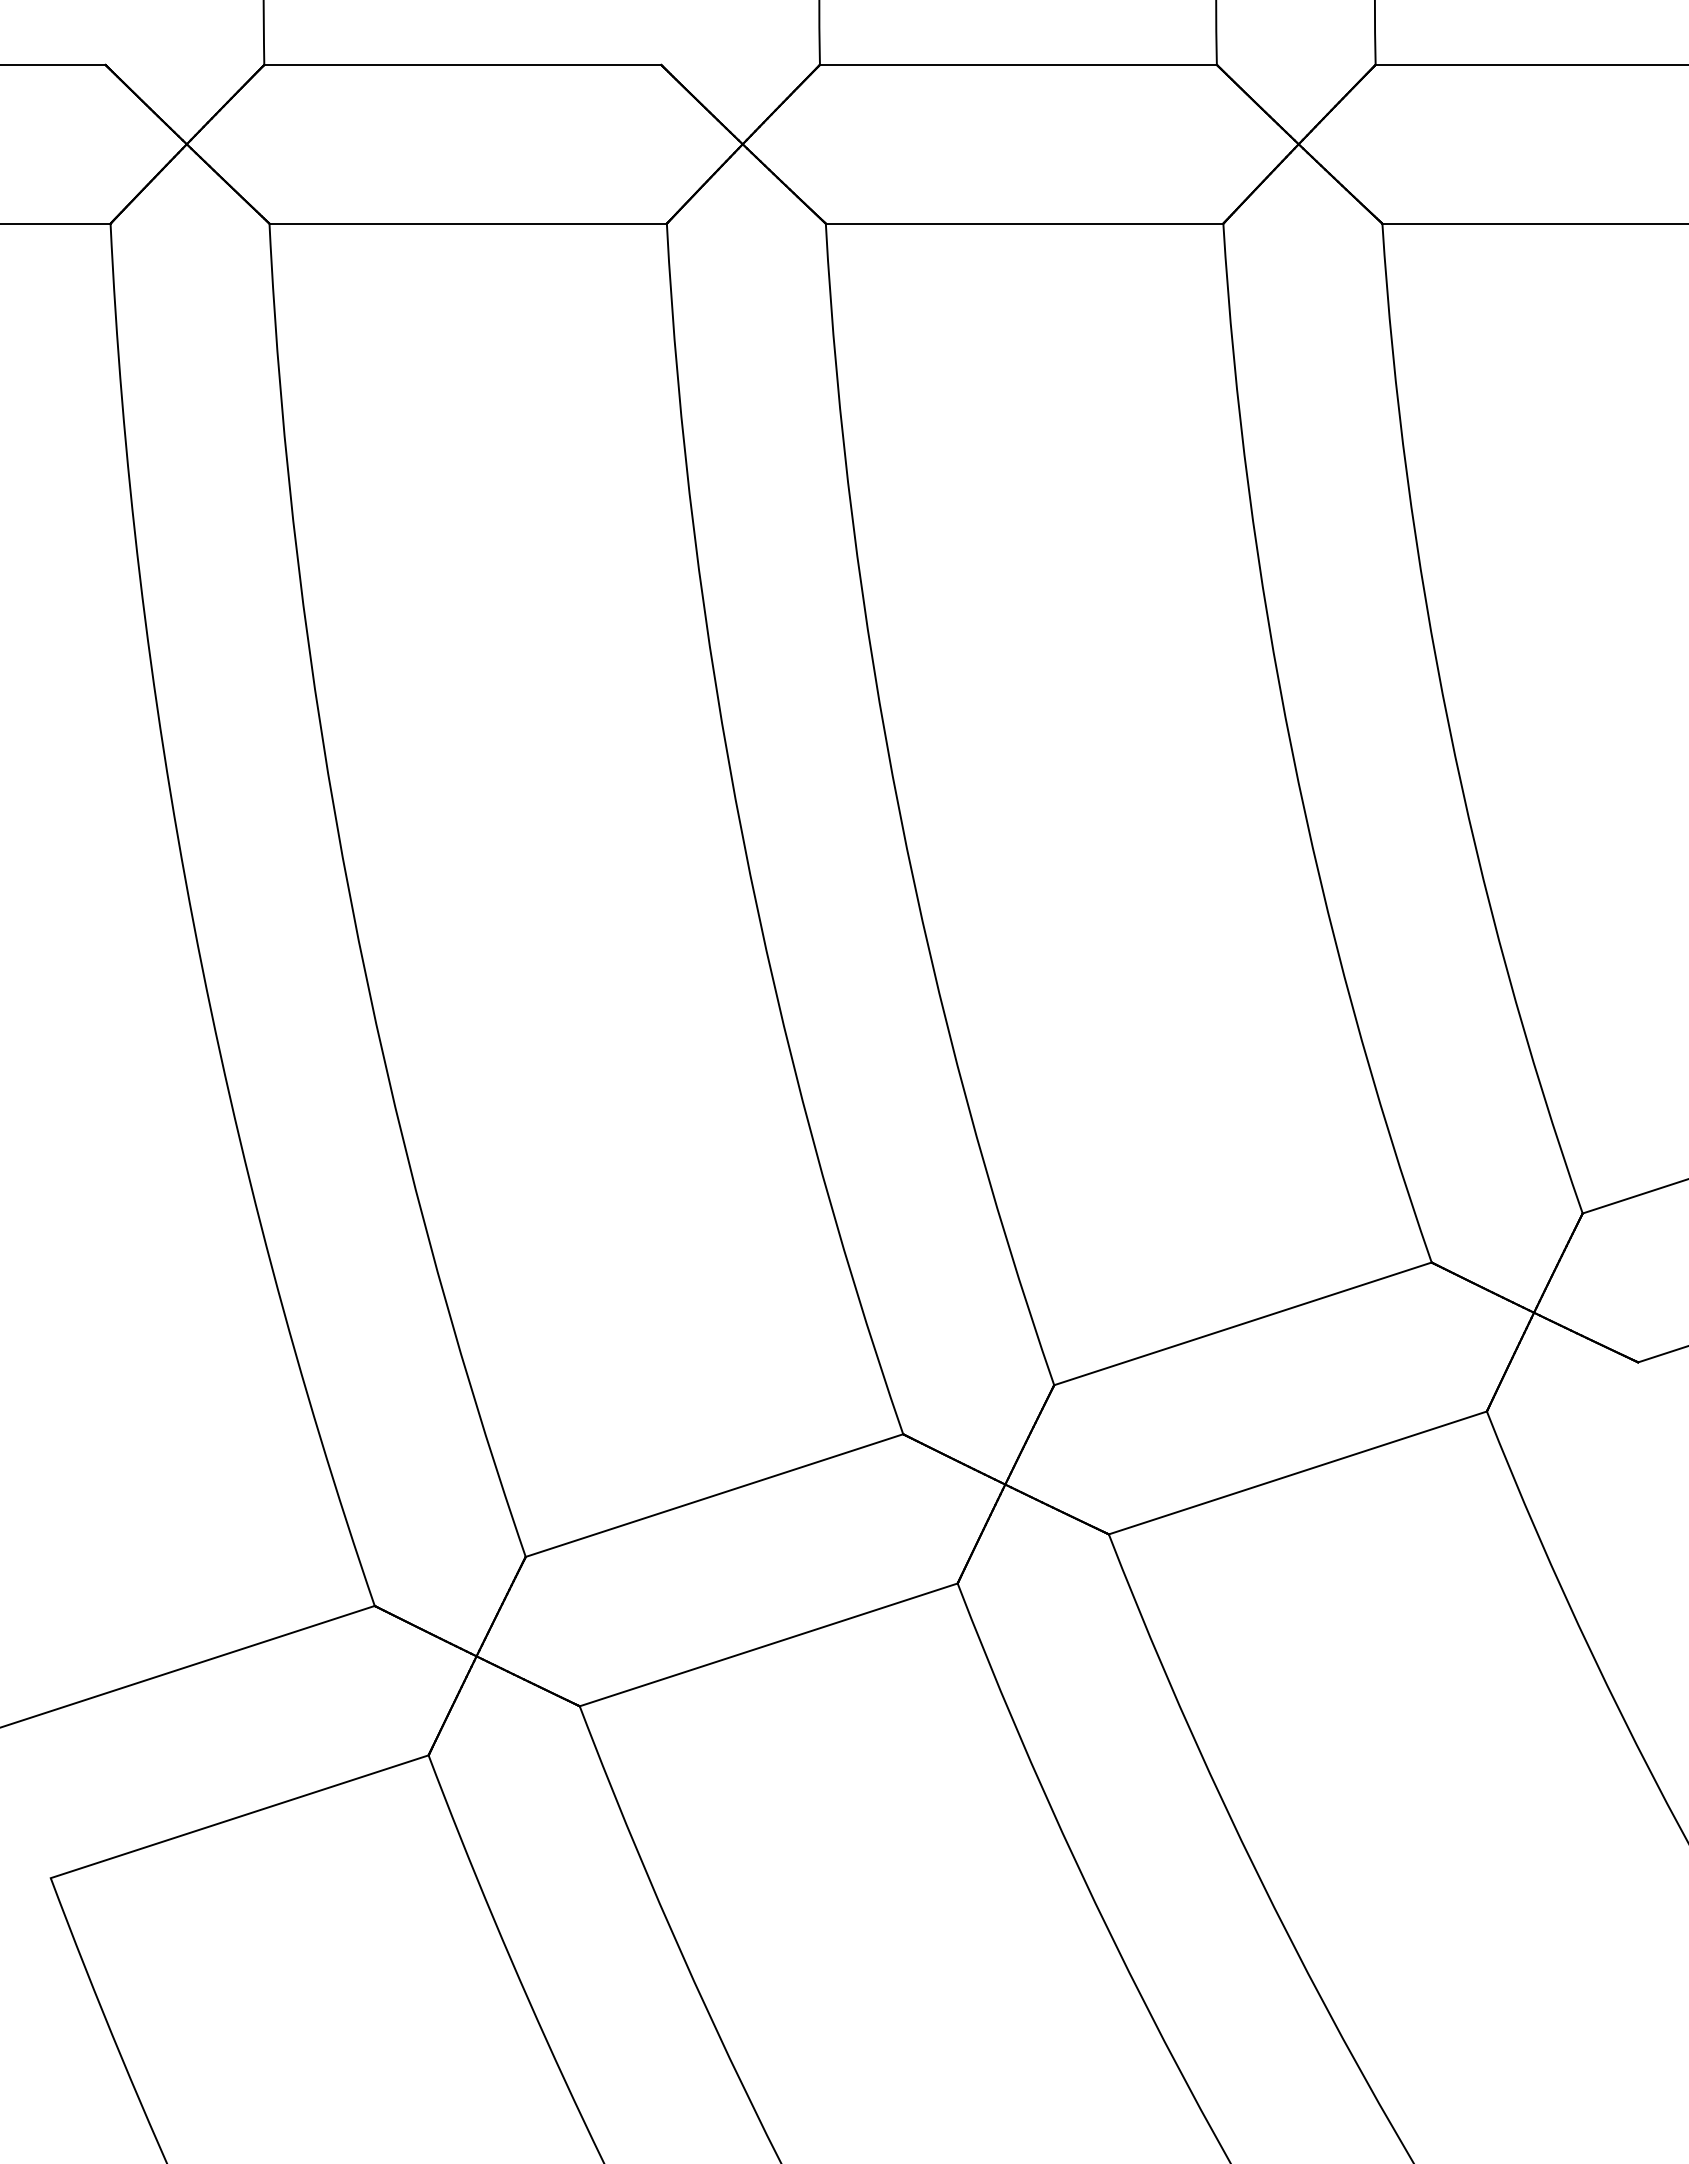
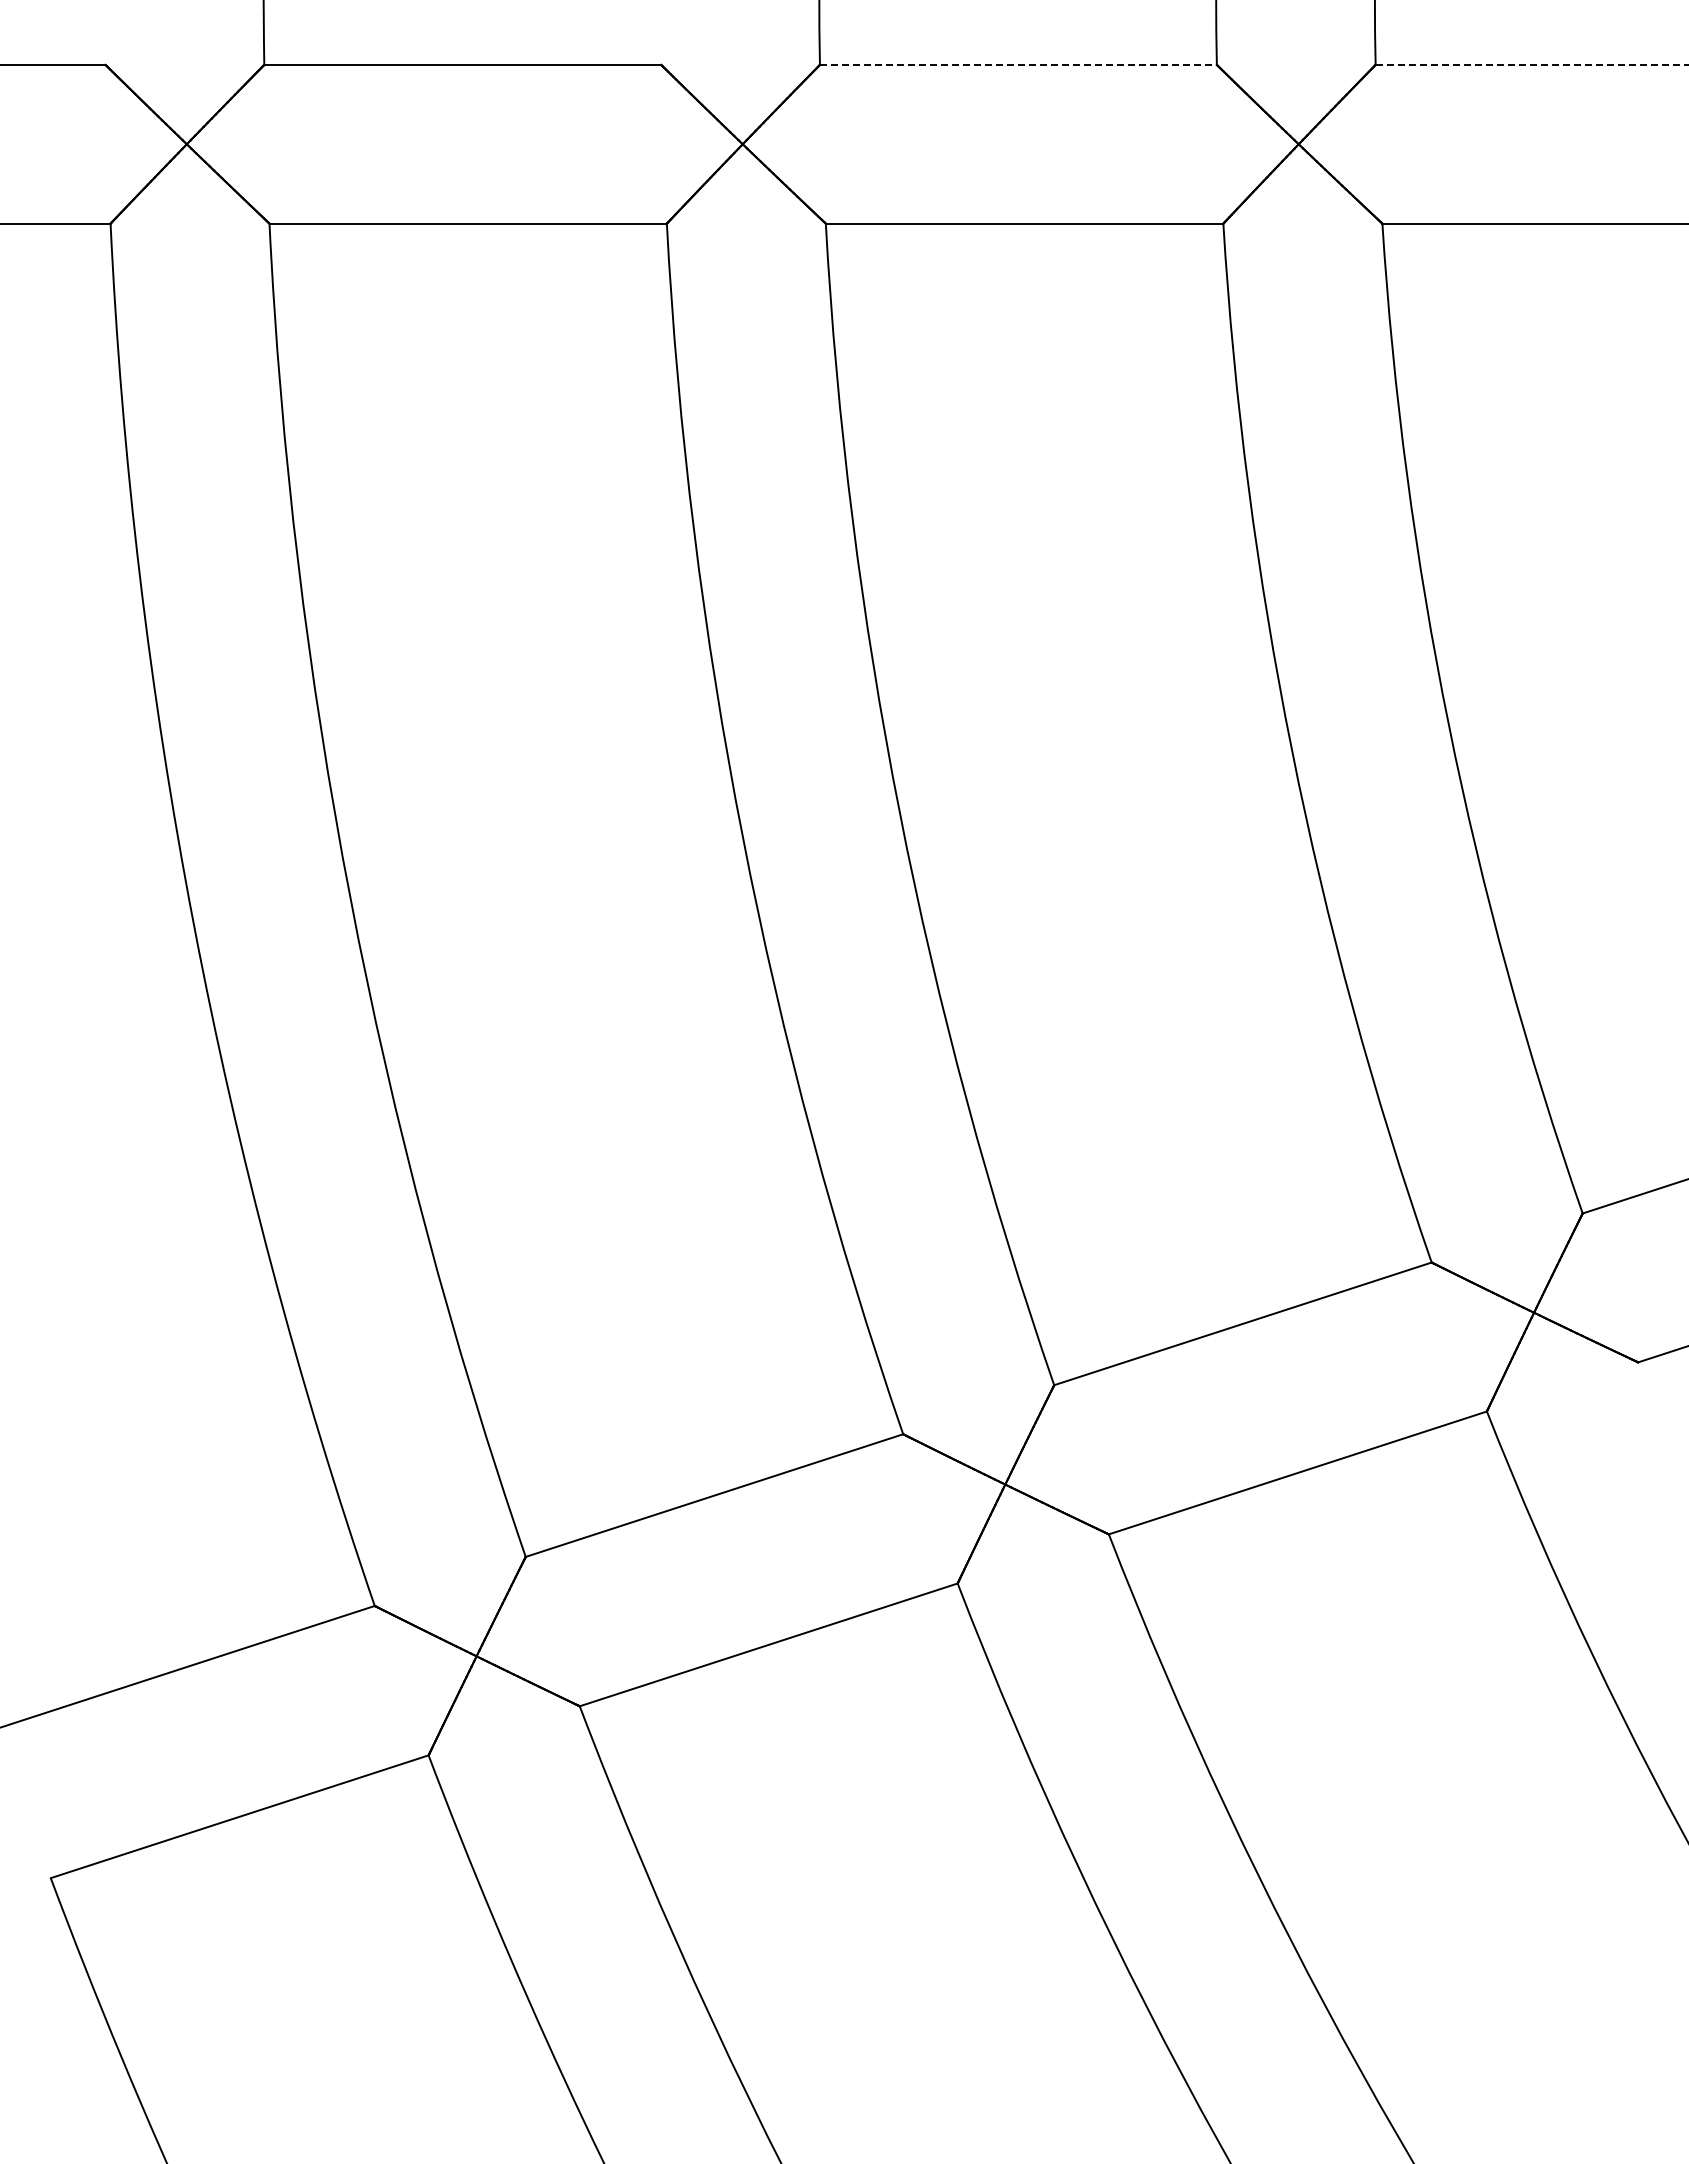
line at (1018, 64): solid -> dashed
line at (1532, 64): solid -> dashed
